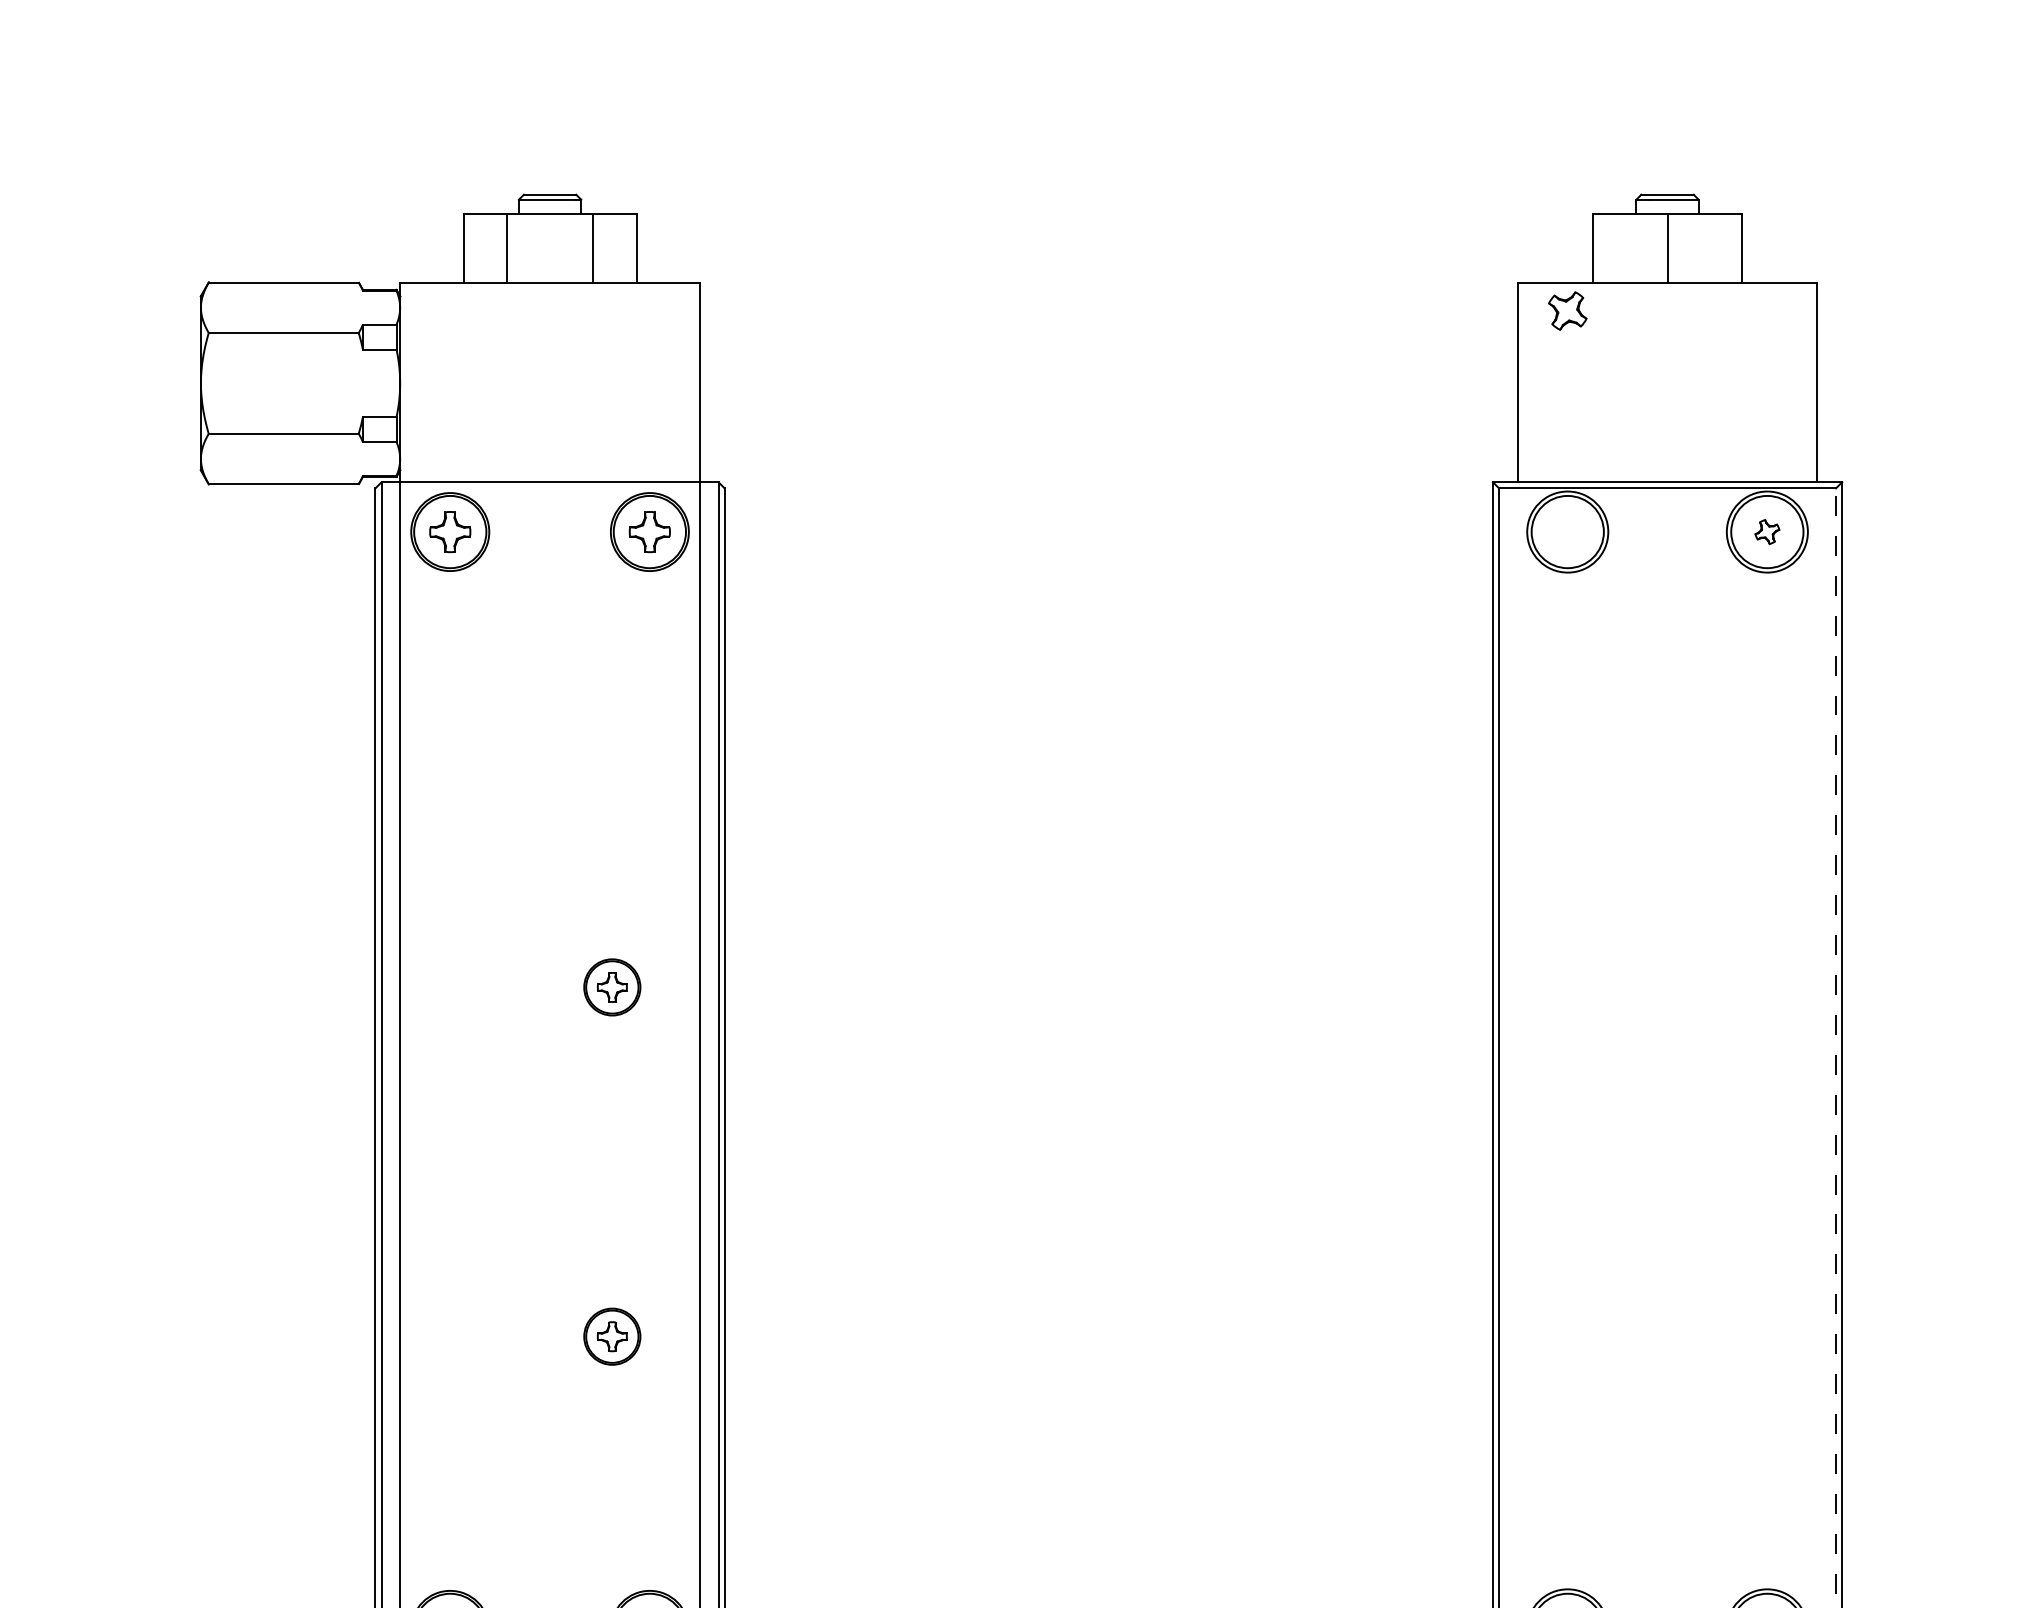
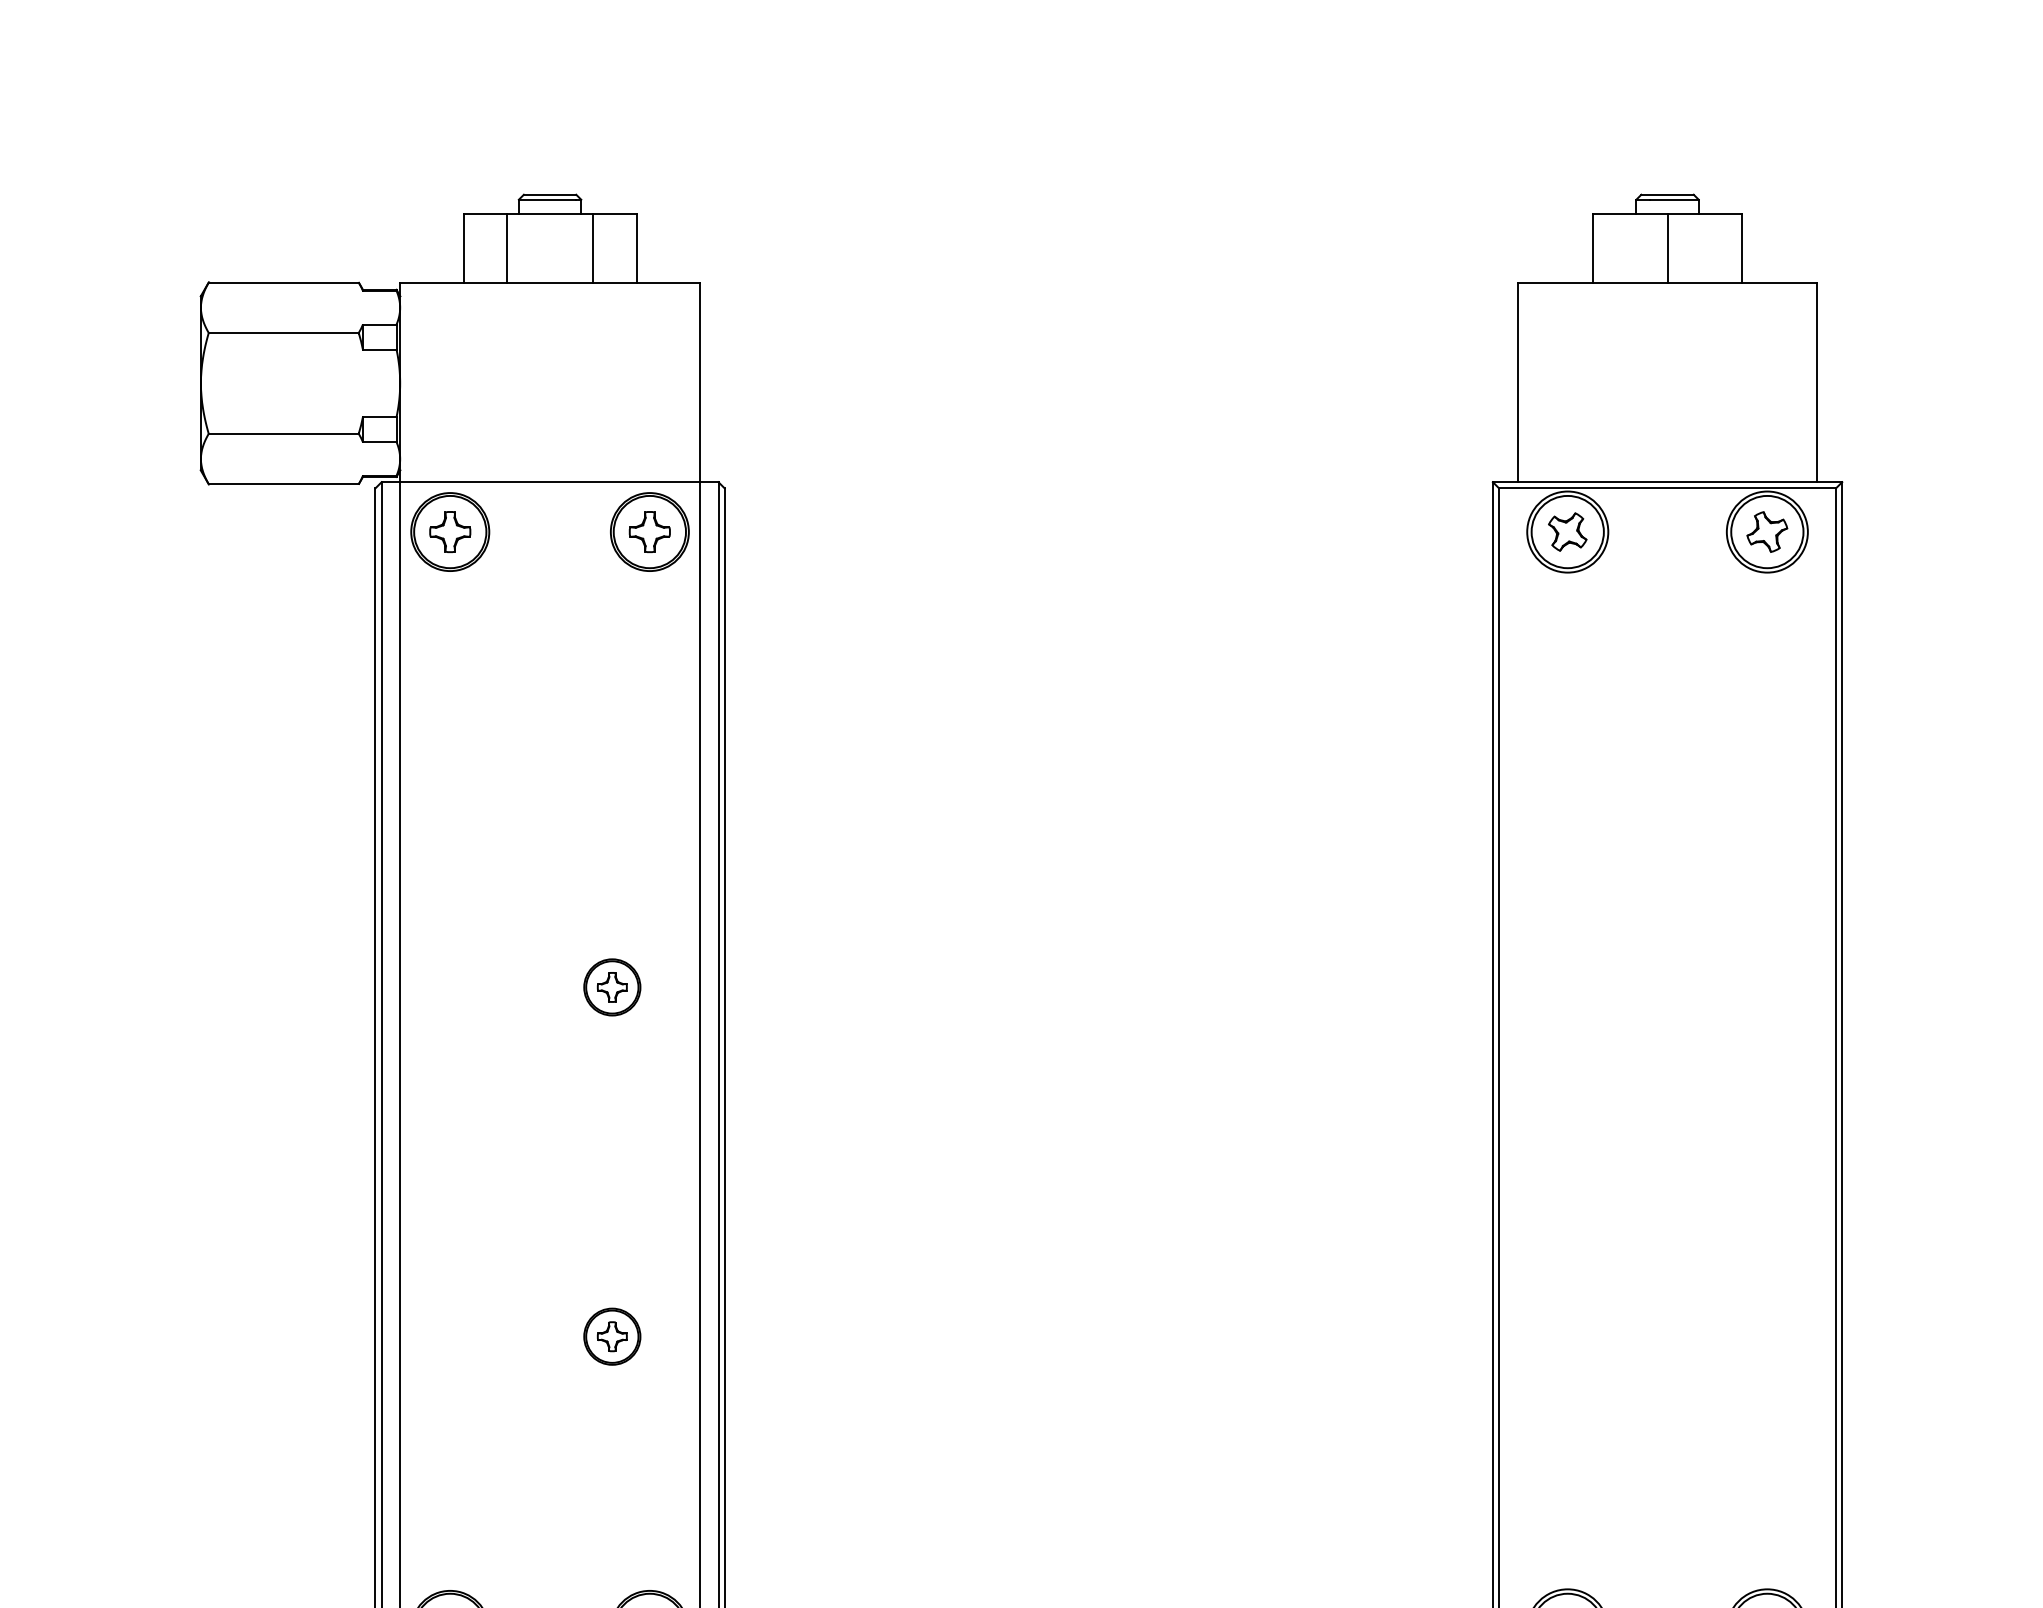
part at (1567, 310) position: (1567, 310) -> (1567, 531)
part at (1767, 531) size: 27x26 px -> 43x42 px
line at (1835, 1048): dashed -> solid
